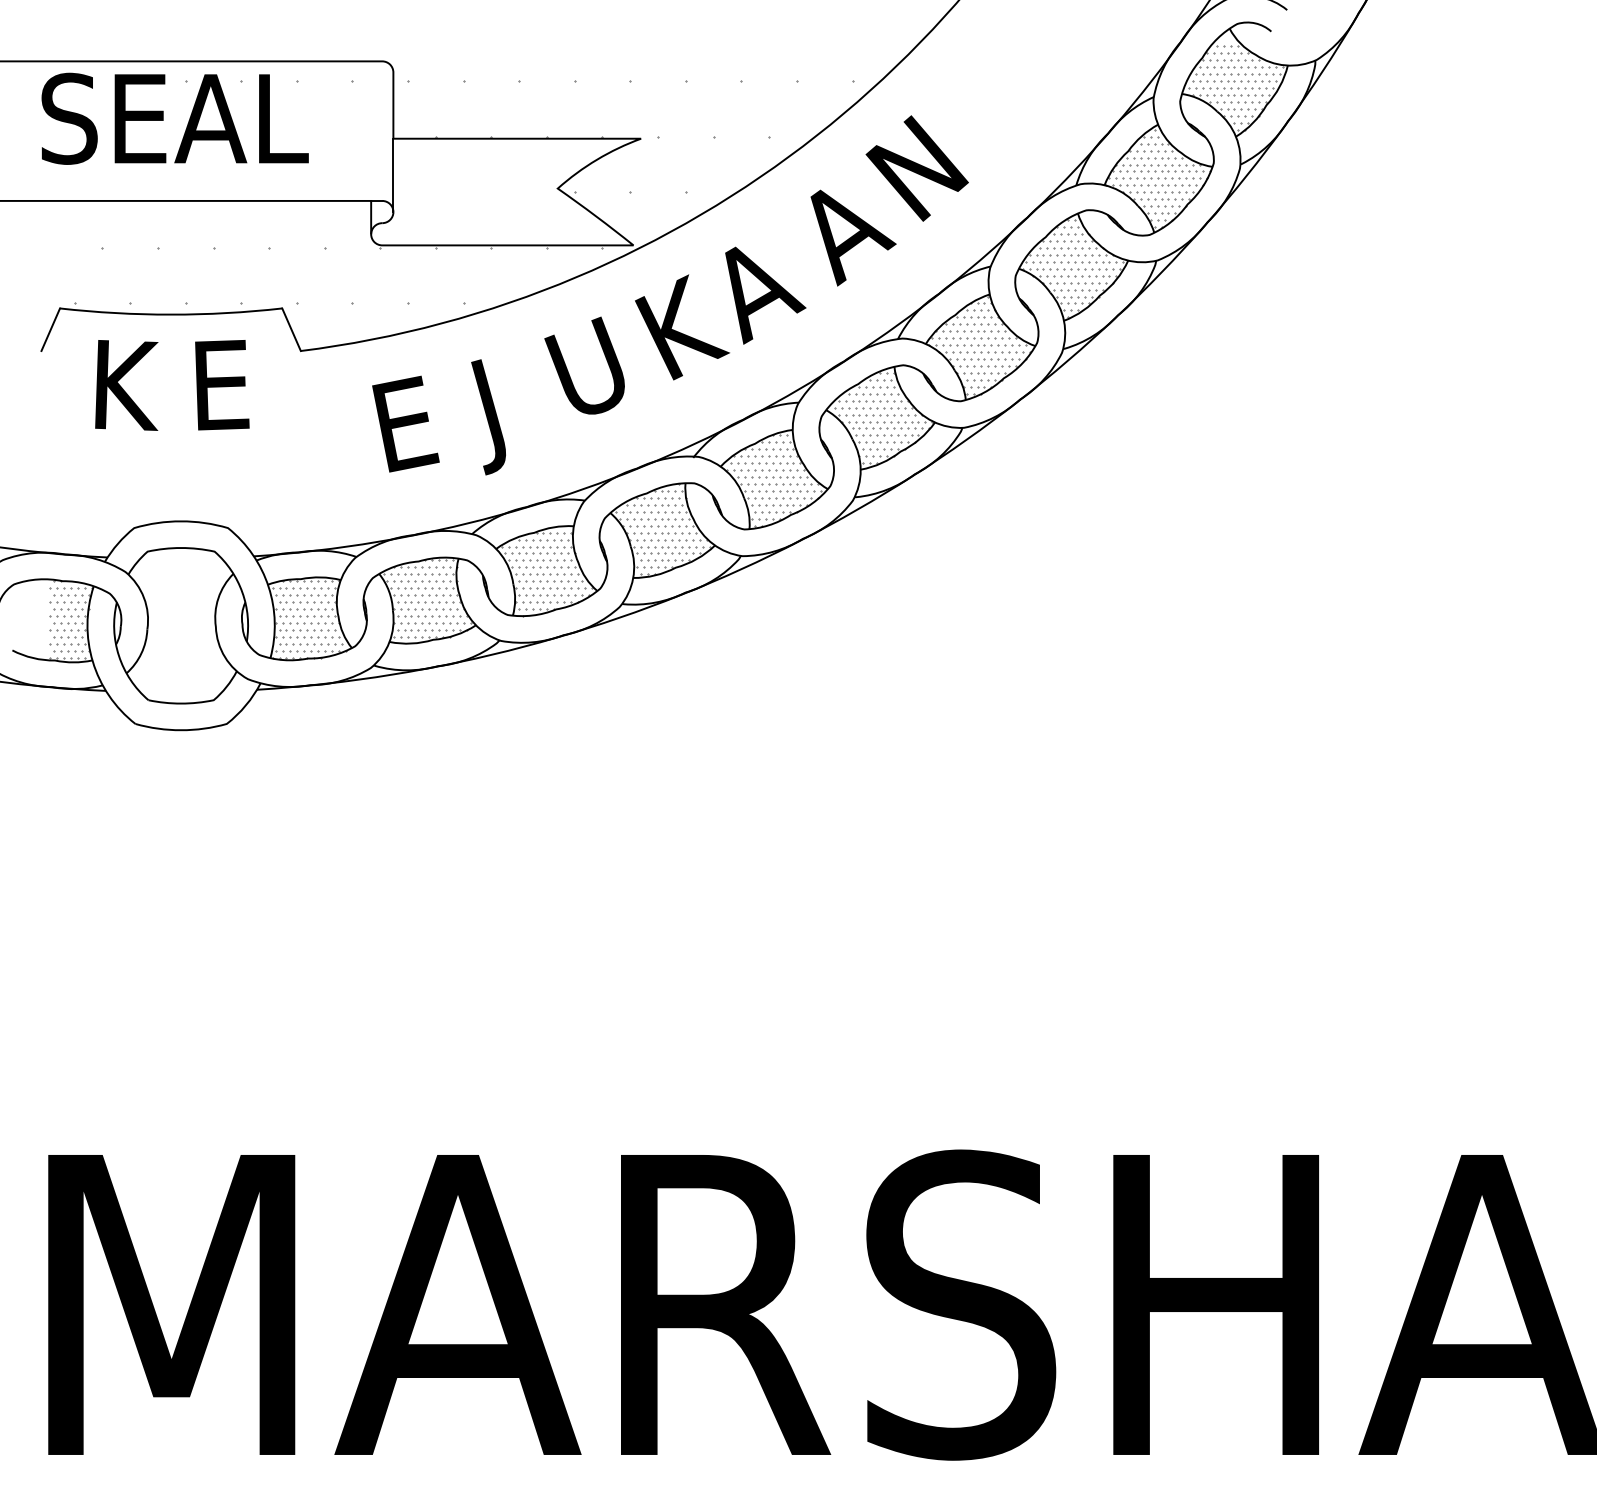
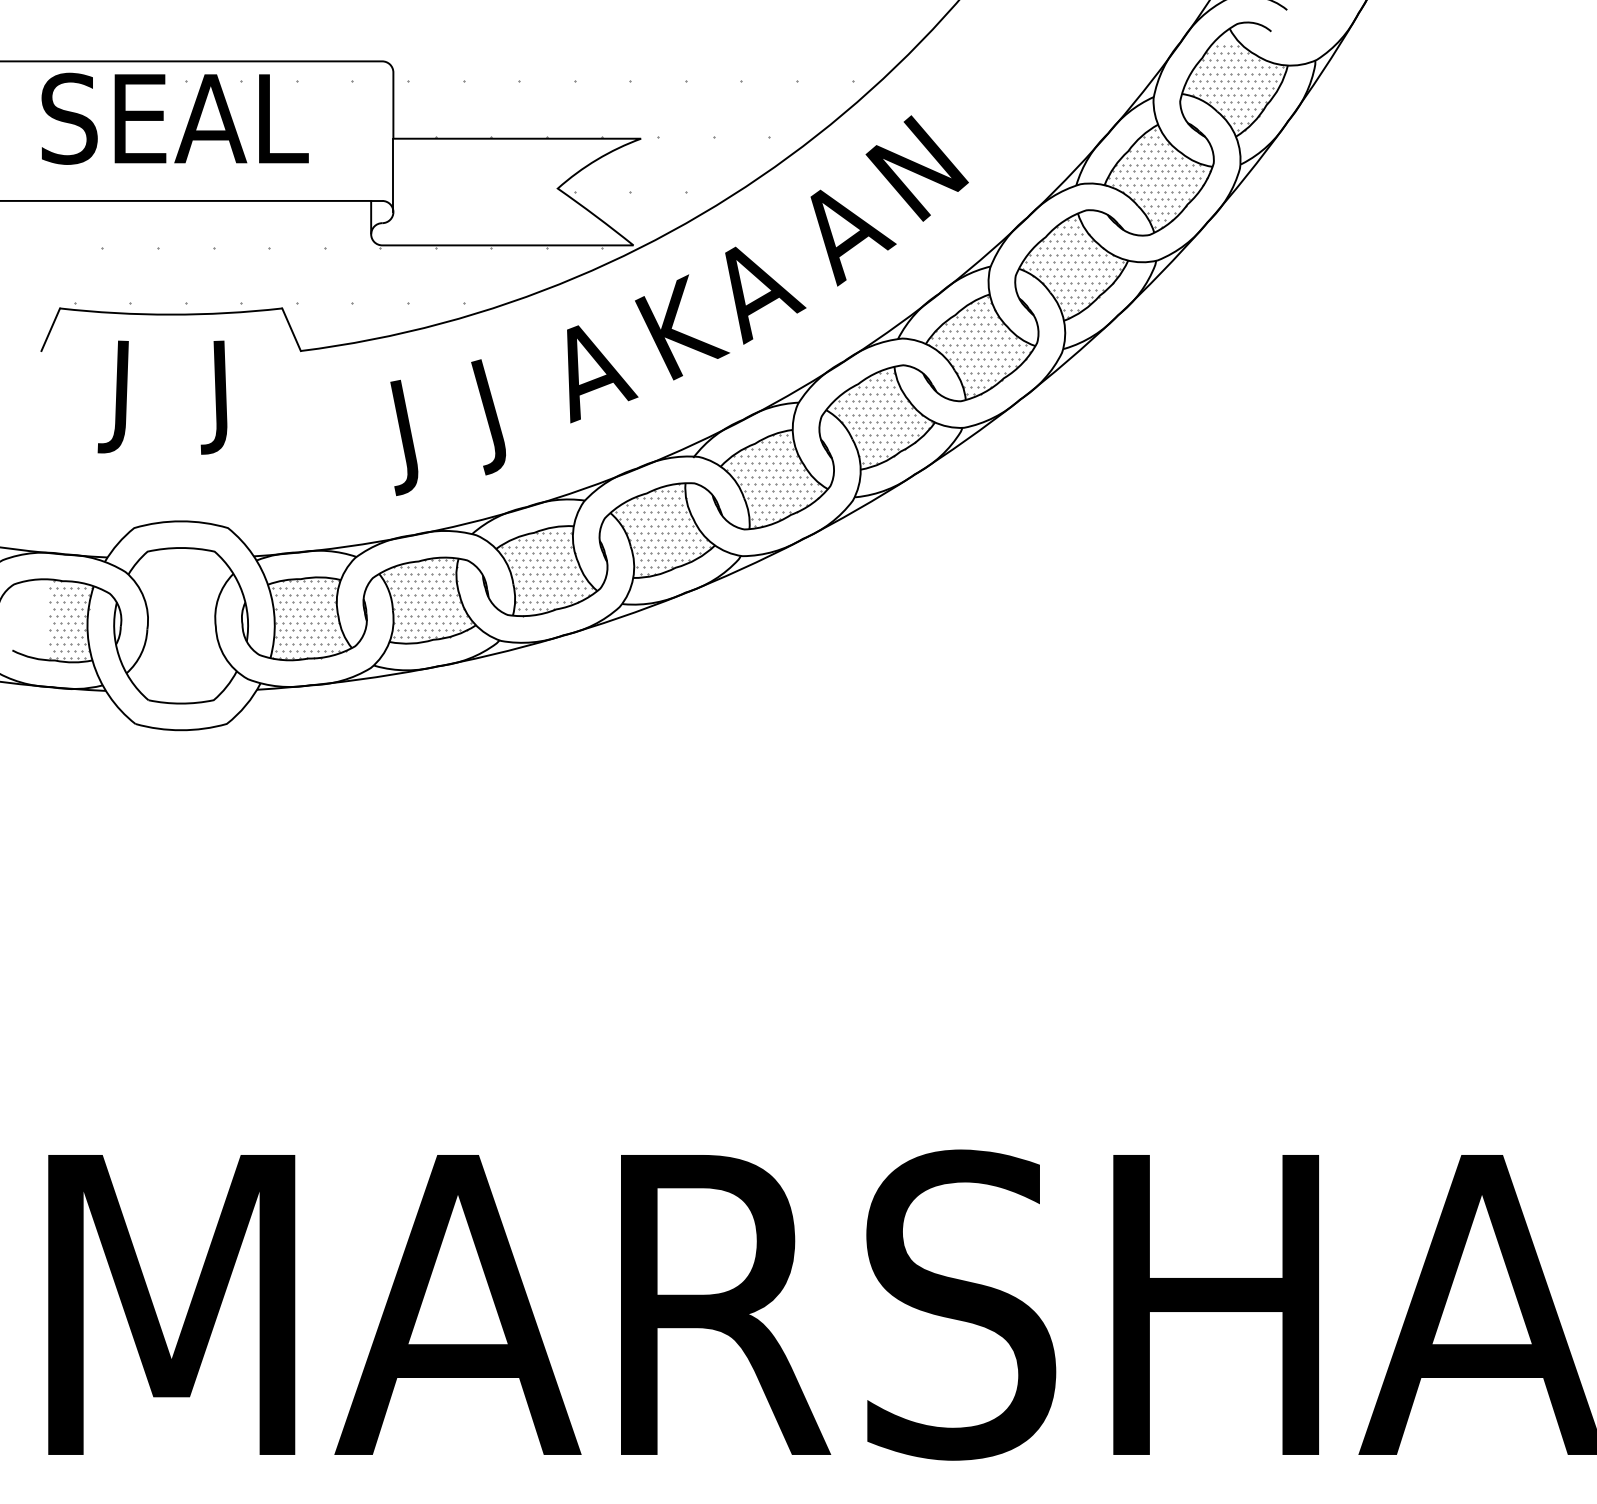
text at (591, 369): U -> A
text at (126, 396): K -> J
text at (222, 397): E -> J
text at (405, 435): E -> J
